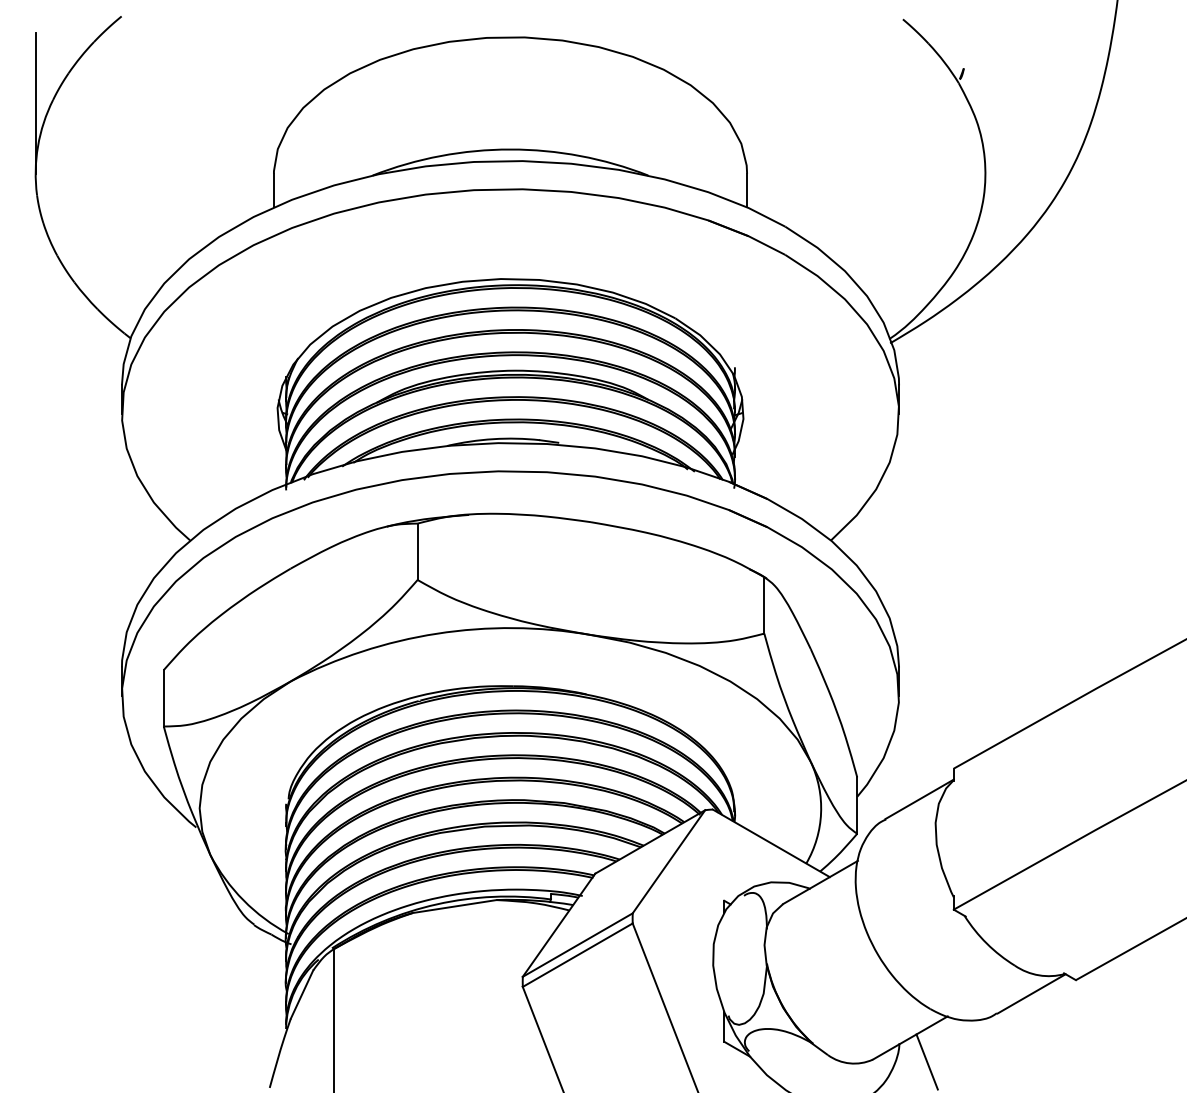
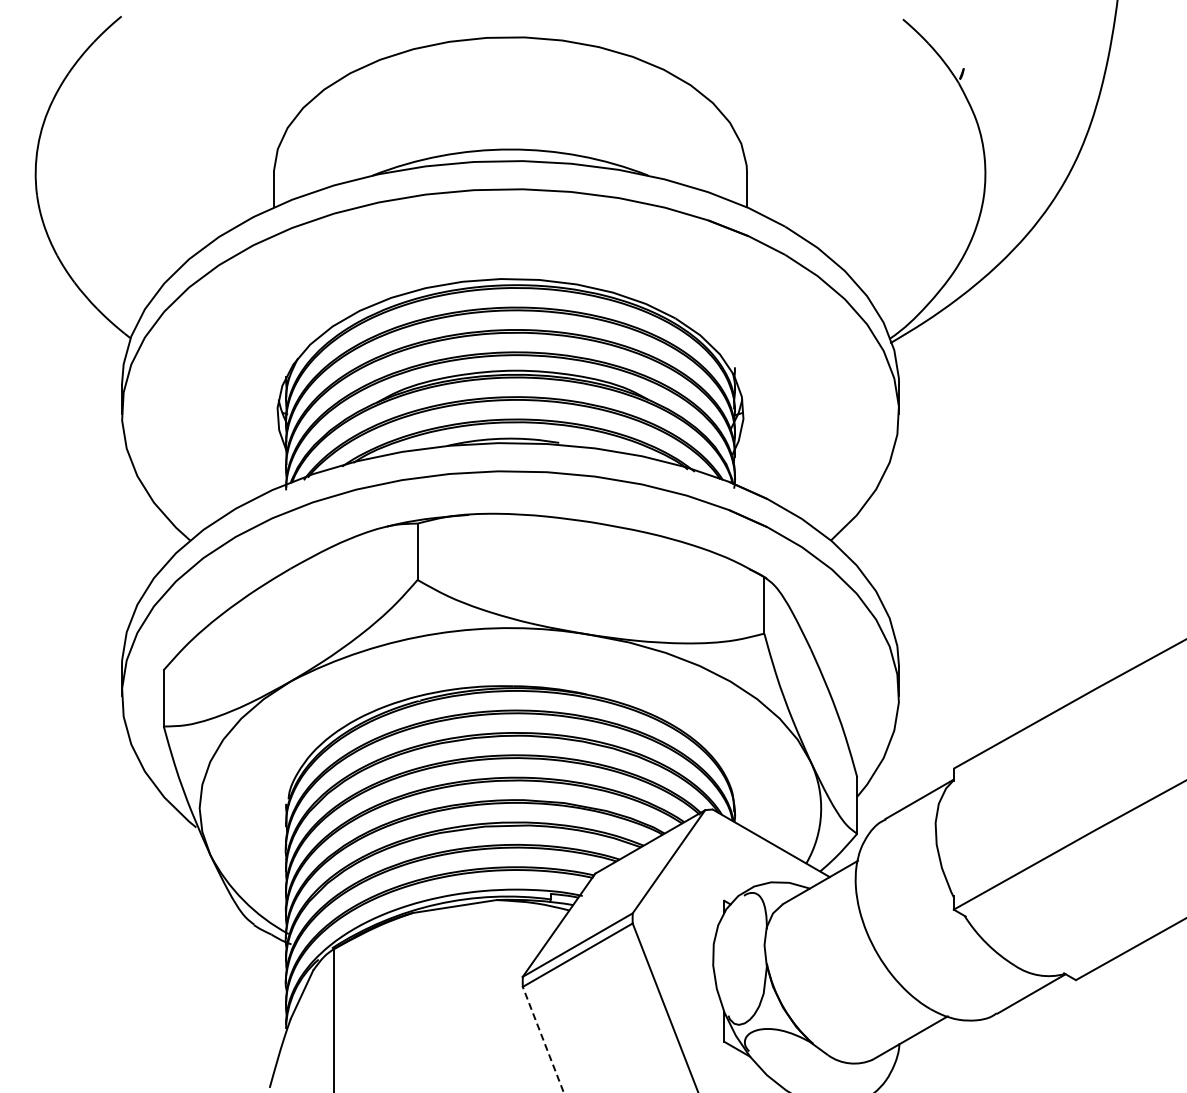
line at (35, 102): present -> none
line at (543, 1039): solid -> dashed
line at (926, 1061): present -> none
